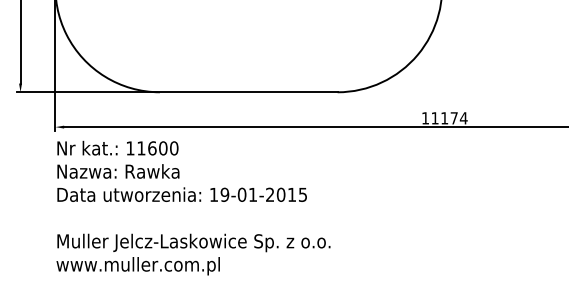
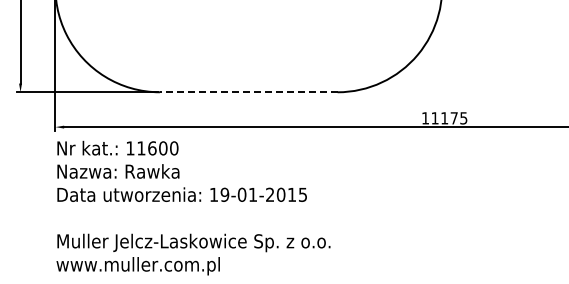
line at (248, 92): solid -> dashed
text at (463, 118): 11174 -> 11175
